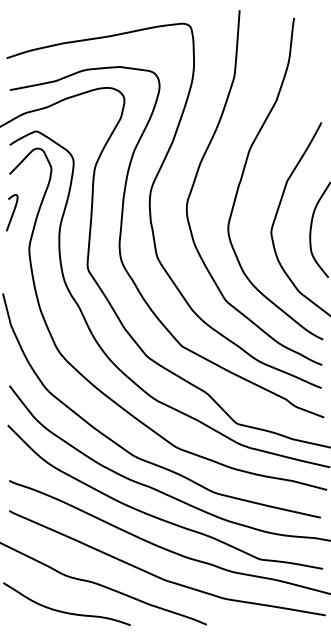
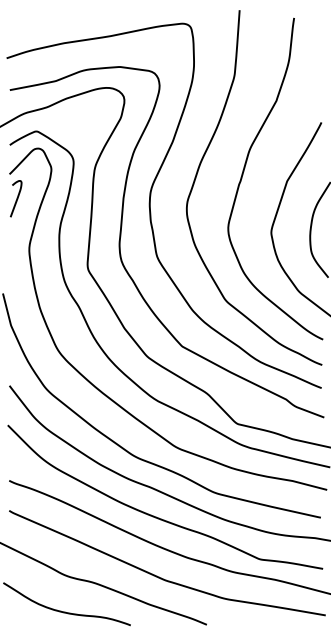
curve at (12, 212) position: (12, 212) -> (16, 198)
